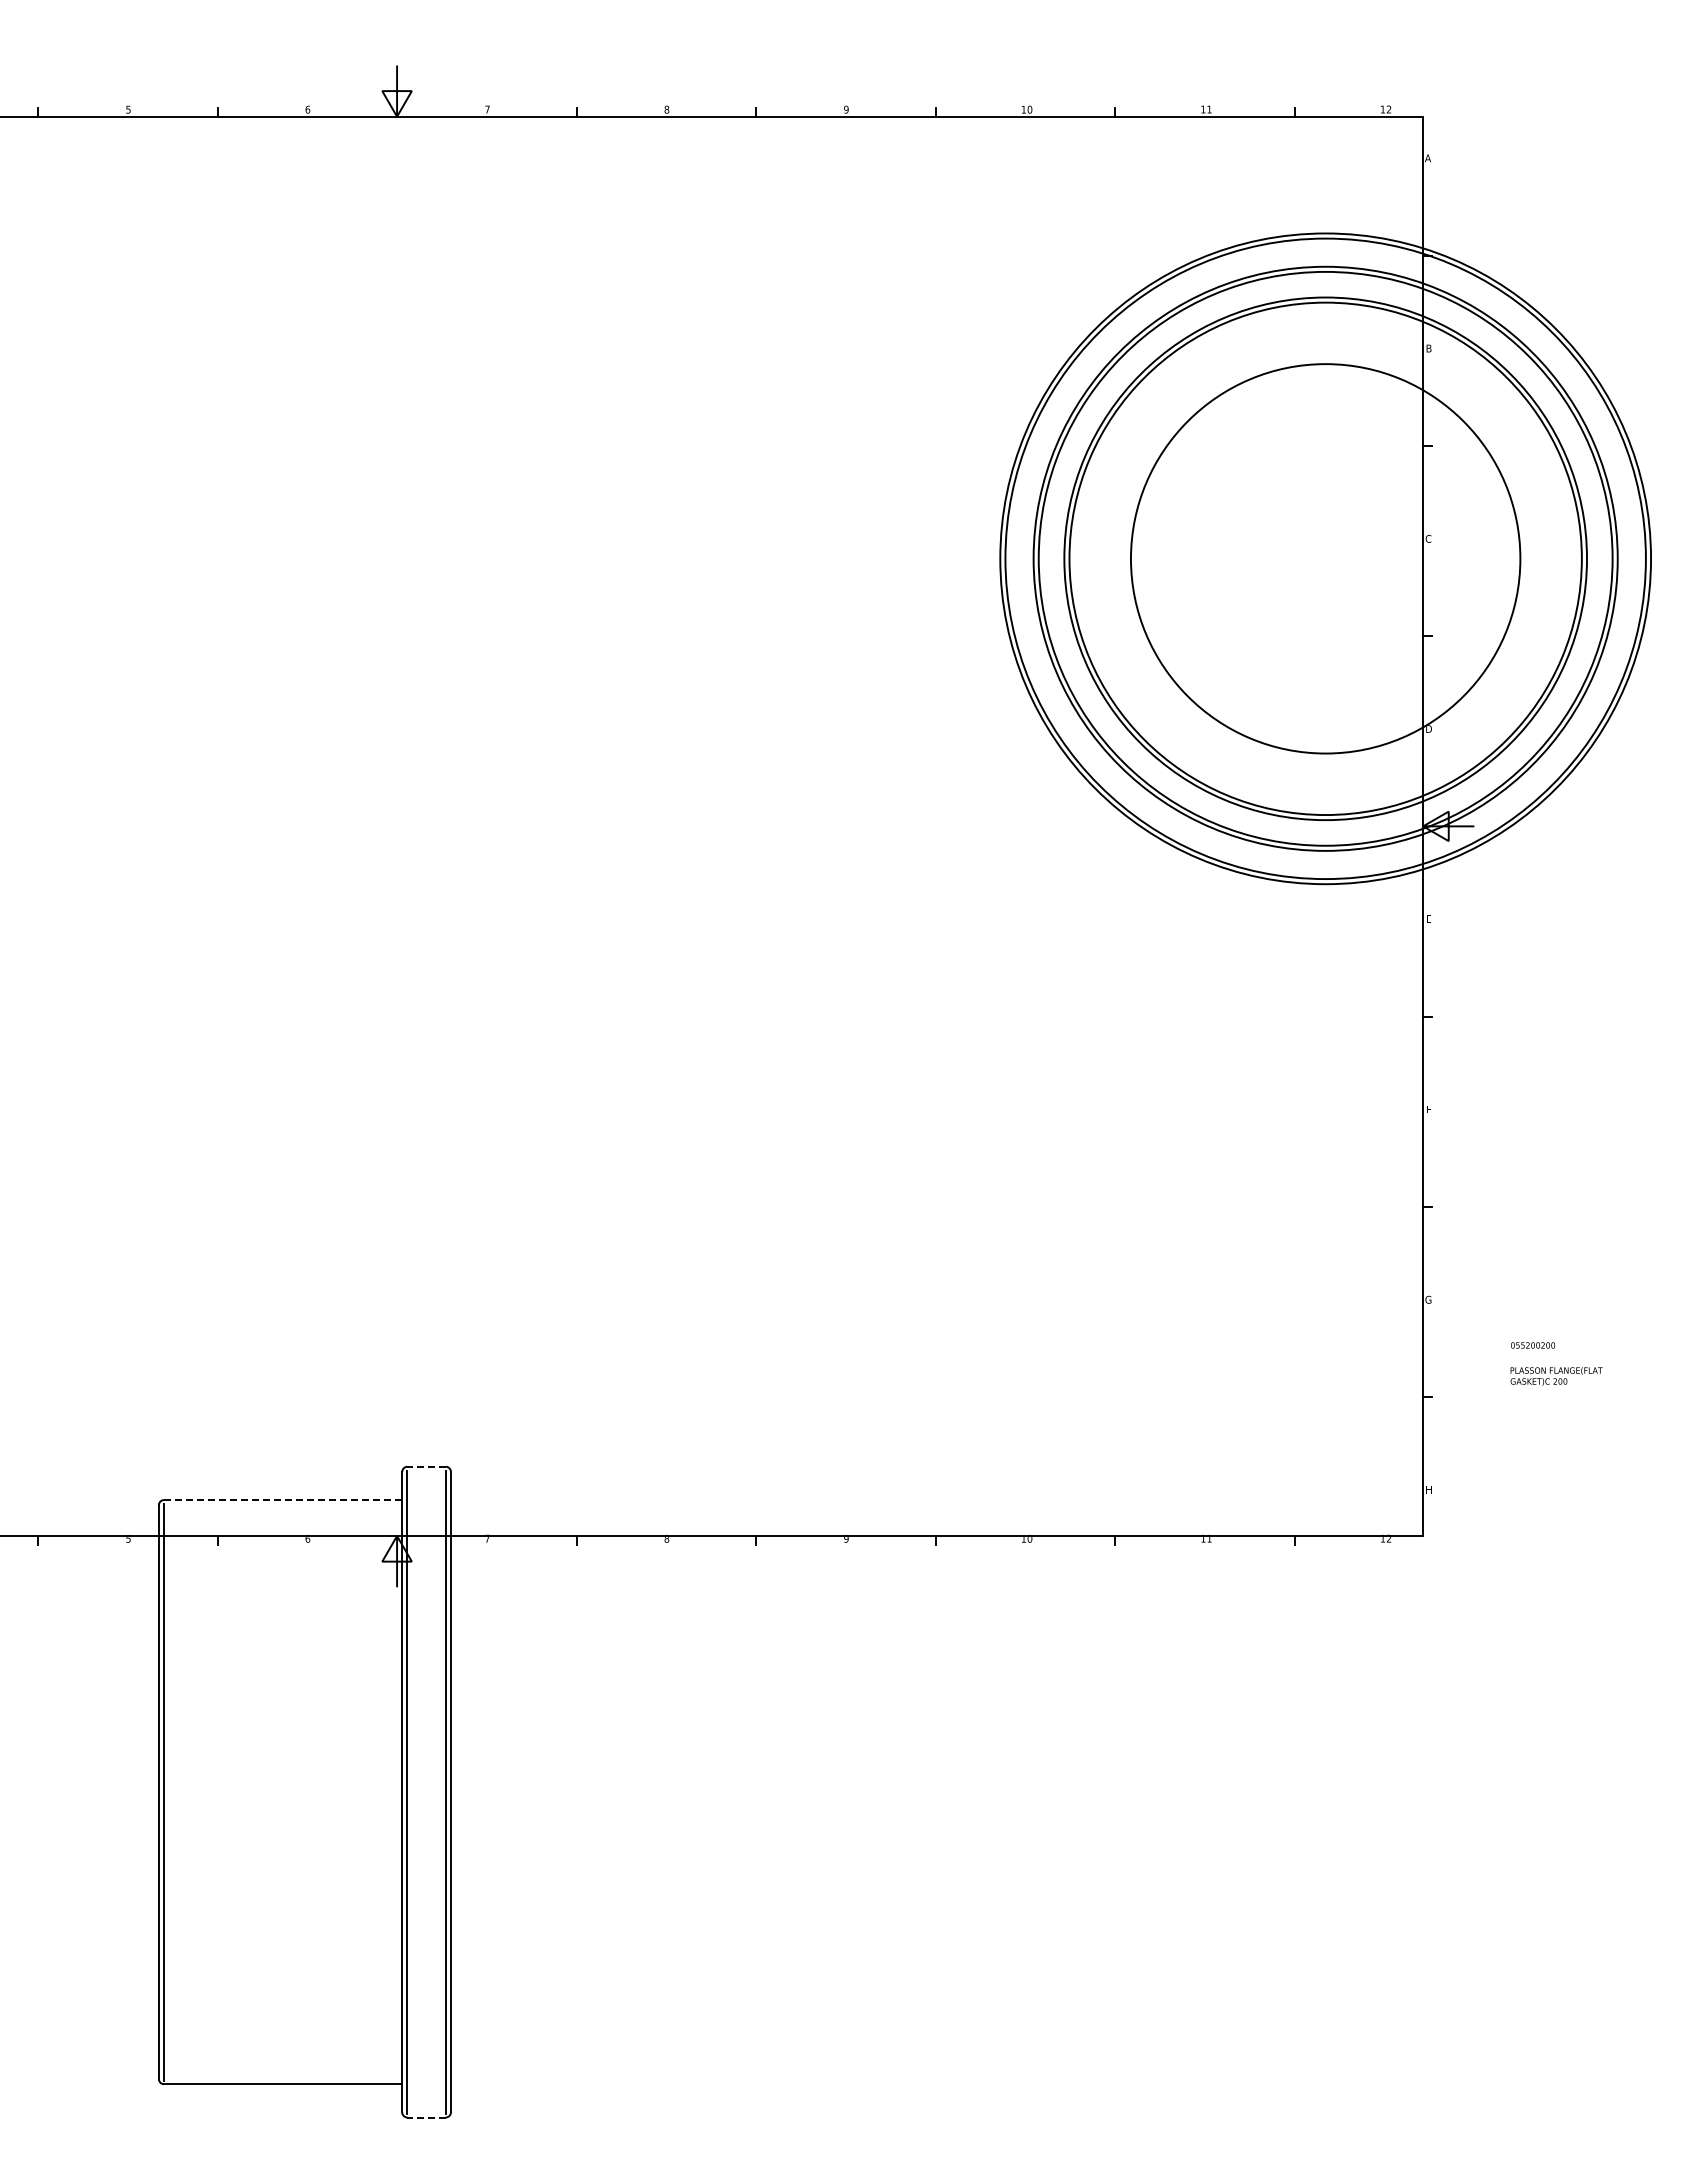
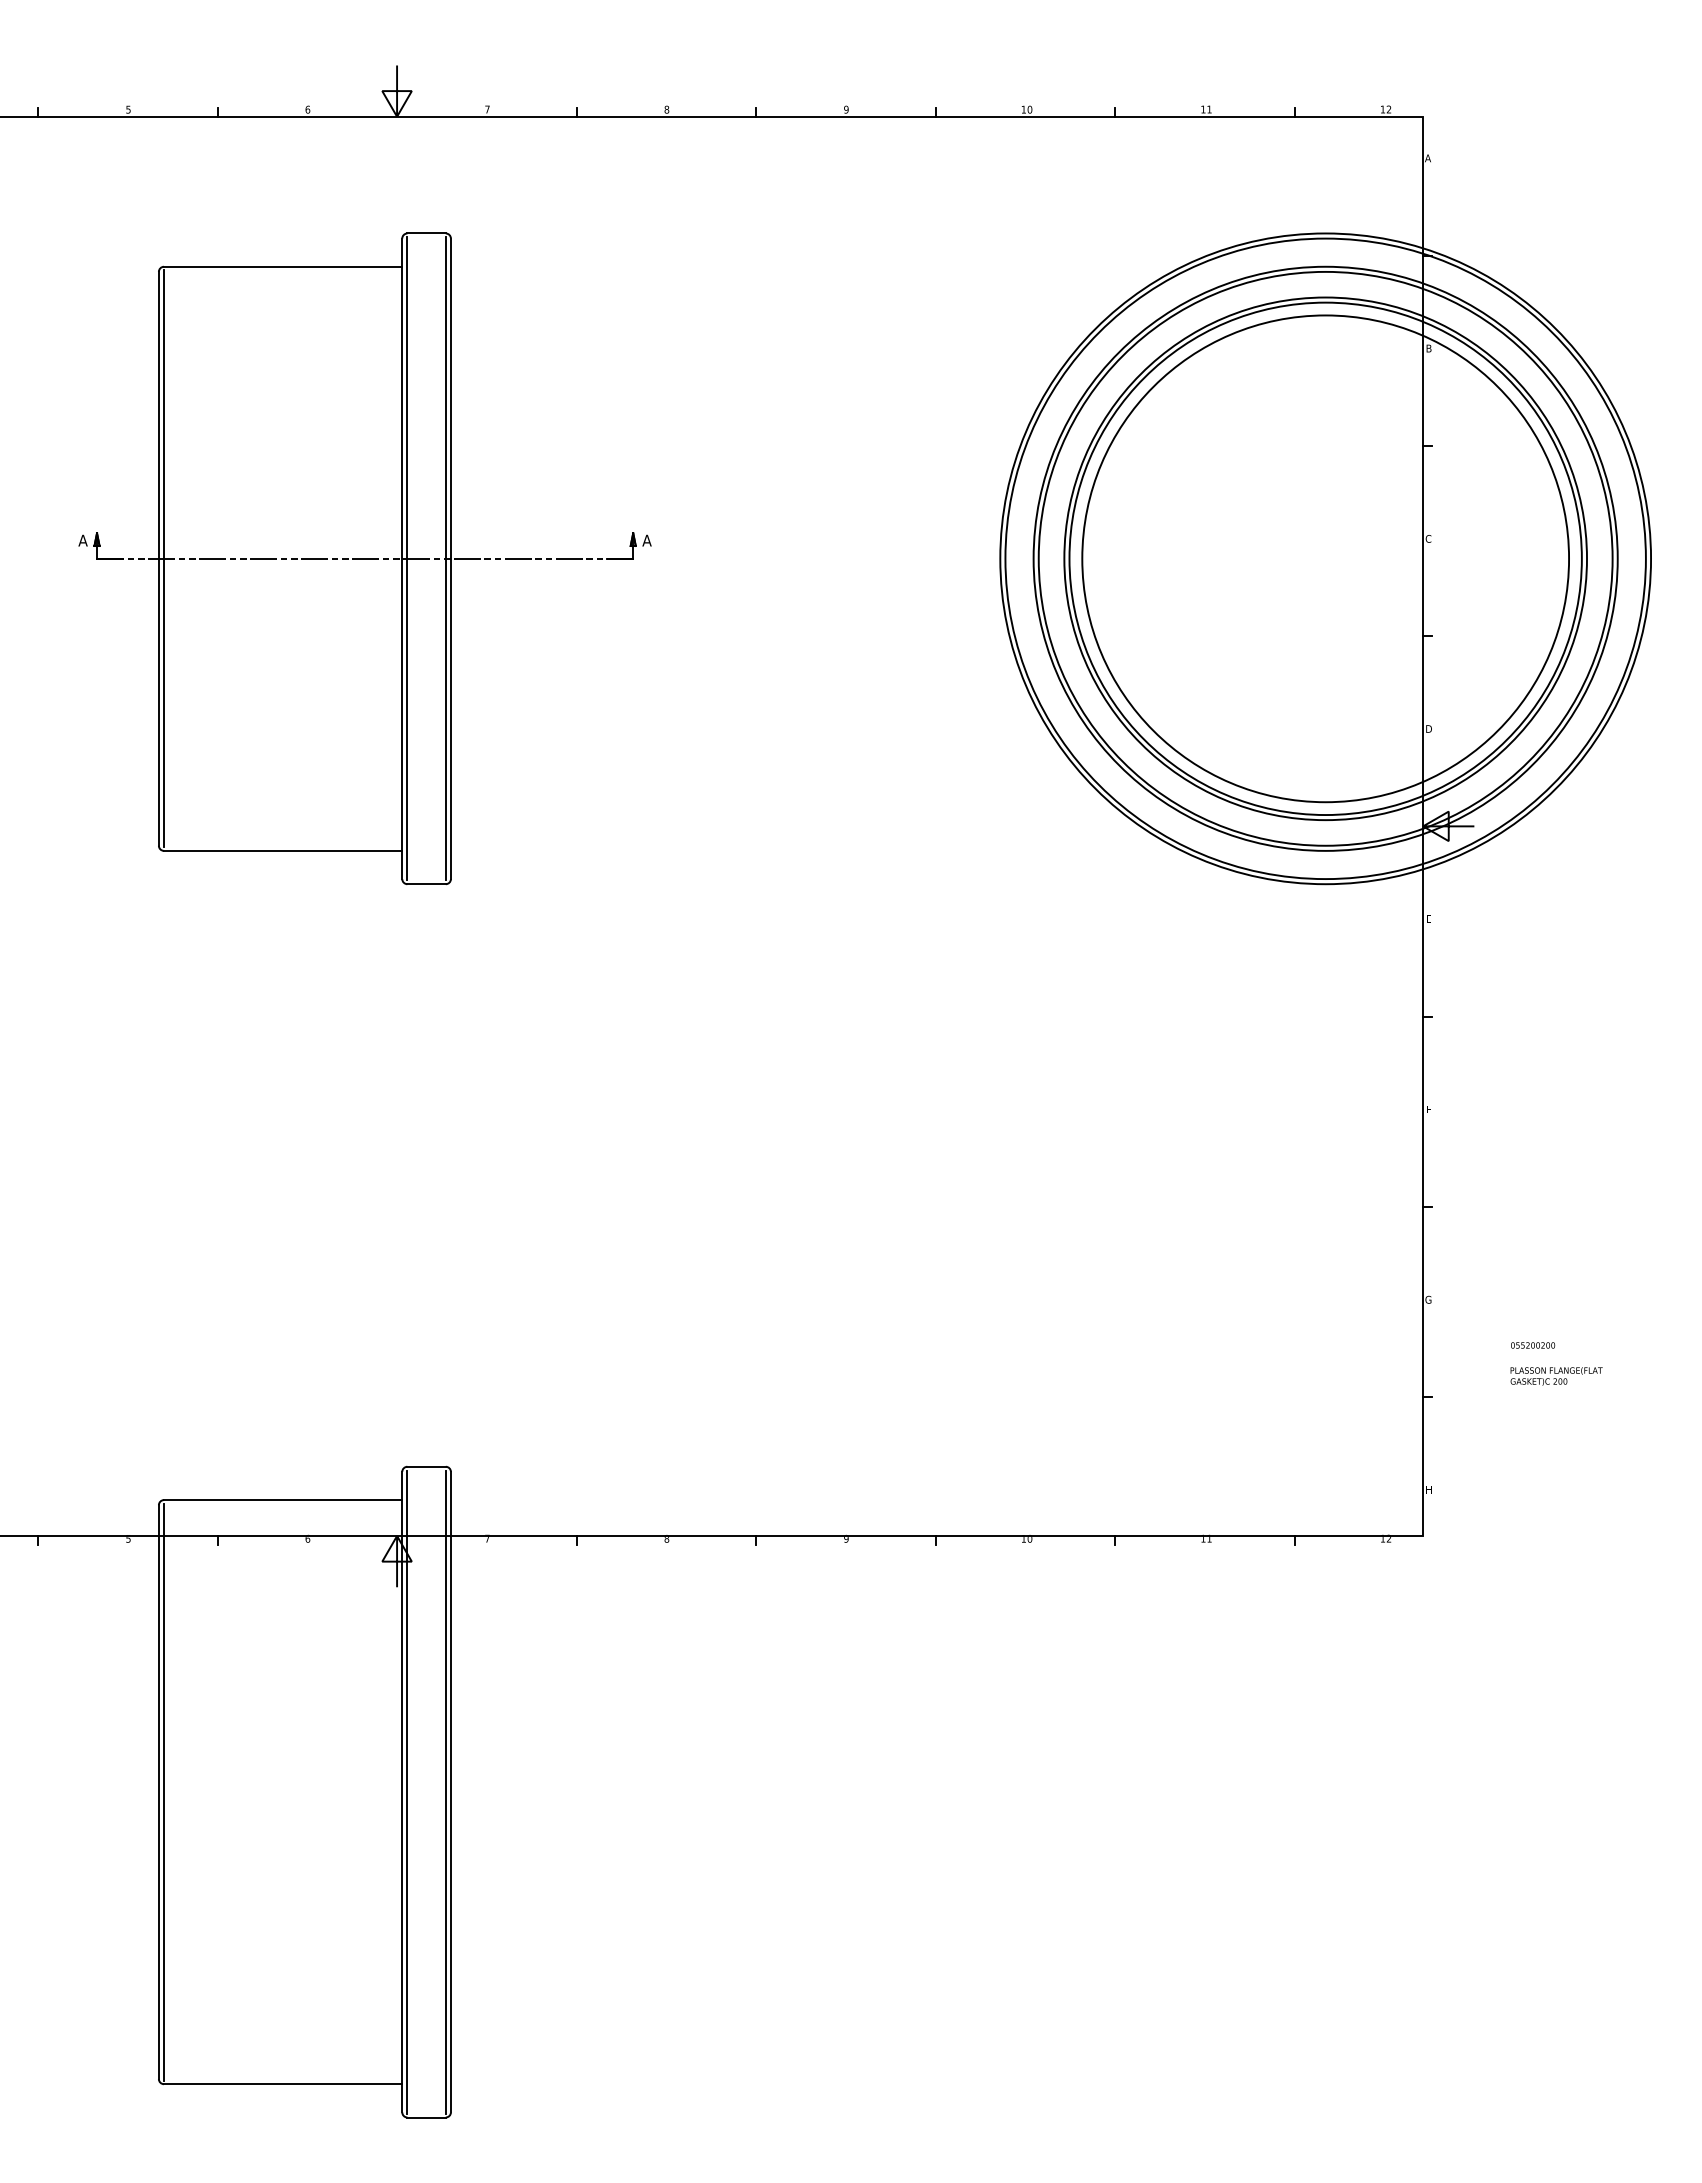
part at (364, 558): none -> present
circle at (1325, 558) diameter: 389 px -> 487 px
line at (426, 1466): dashed -> solid
line at (282, 1500): dashed -> solid
line at (426, 2117): dashed -> solid
